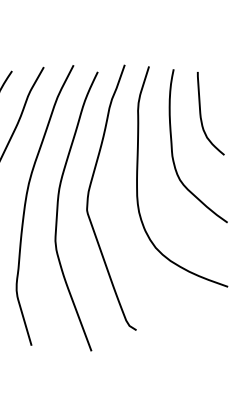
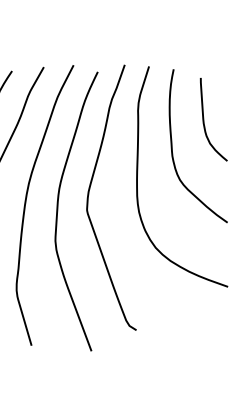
curve at (201, 113) position: (201, 113) -> (204, 119)
